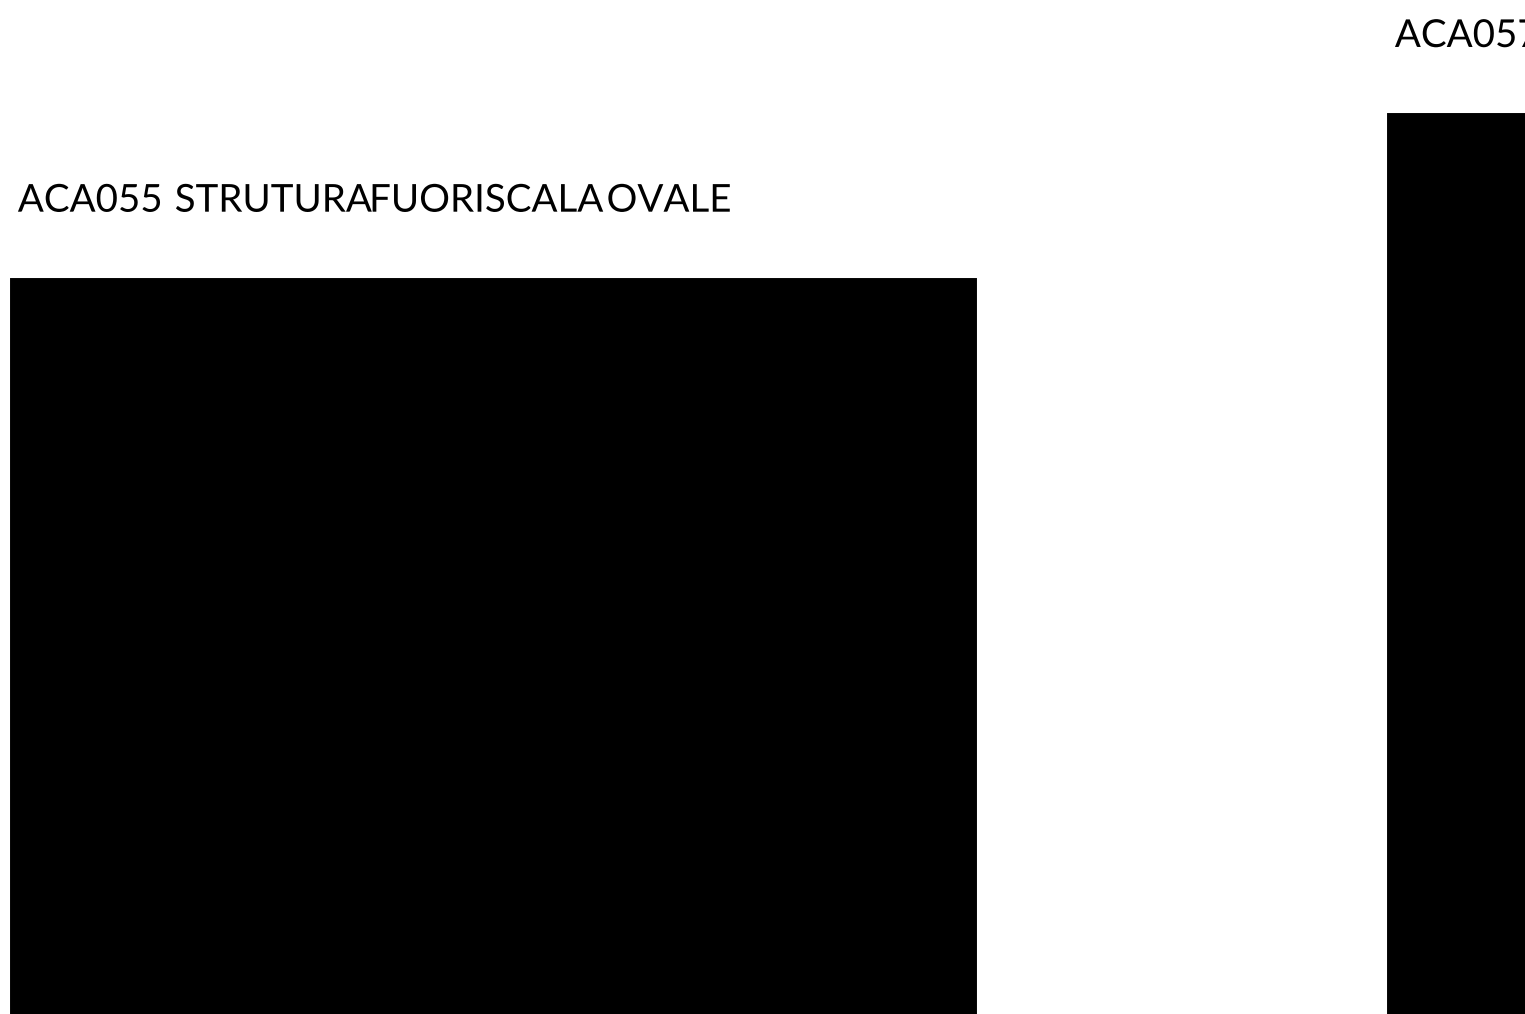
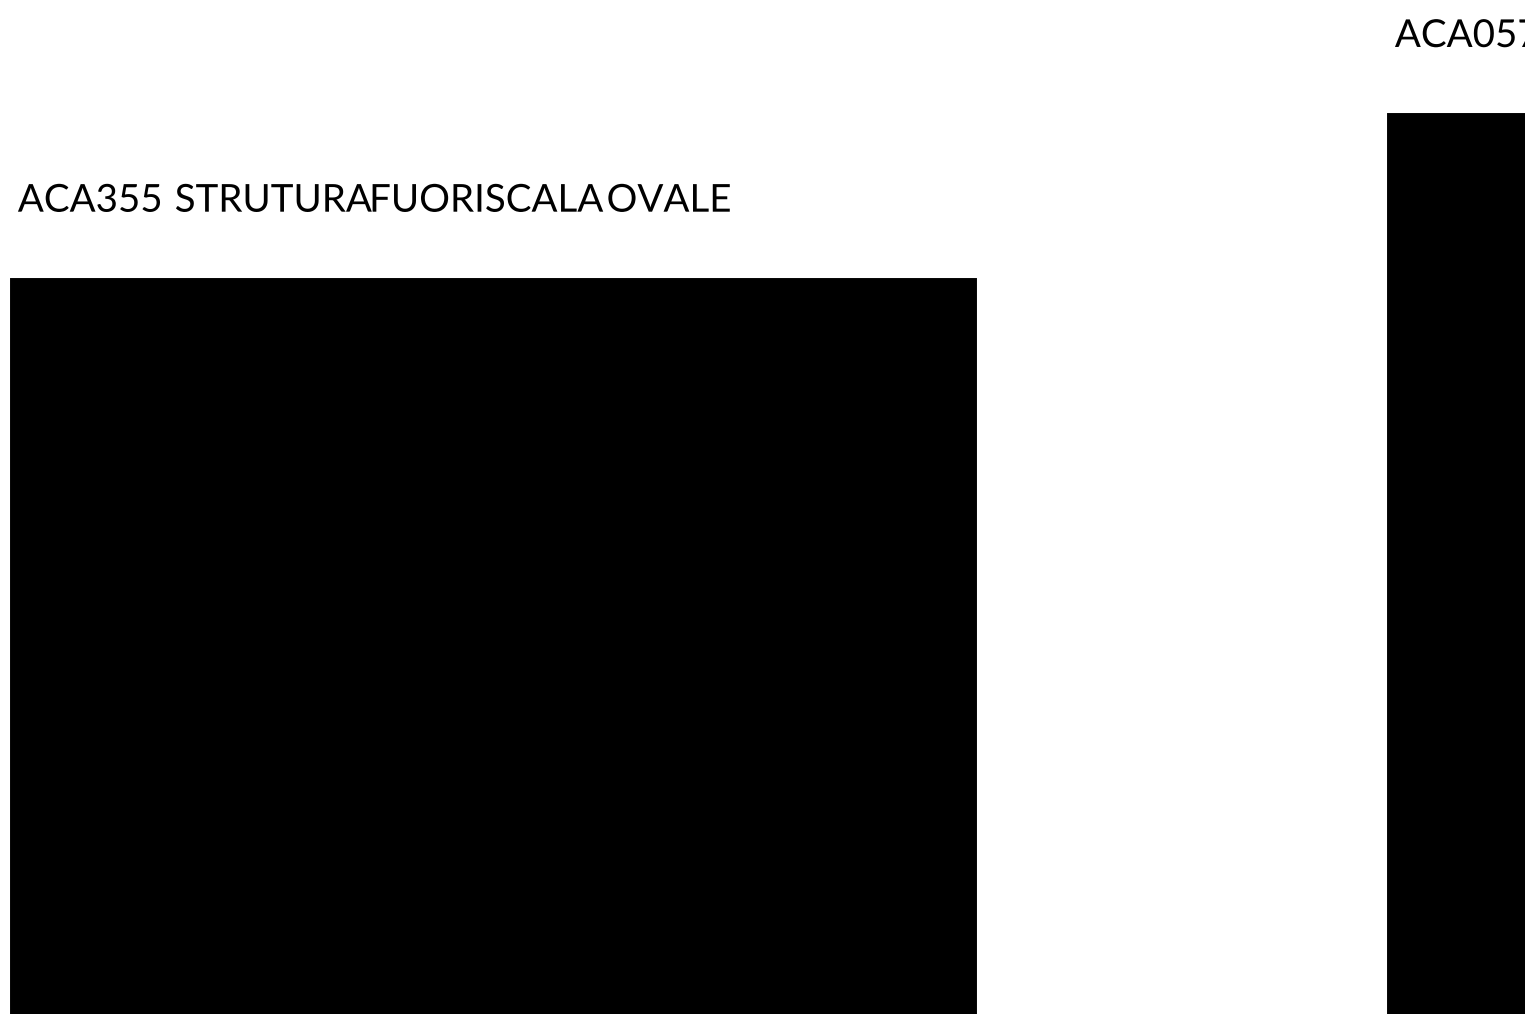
text at (106, 197): ACA055 -> ACA355
